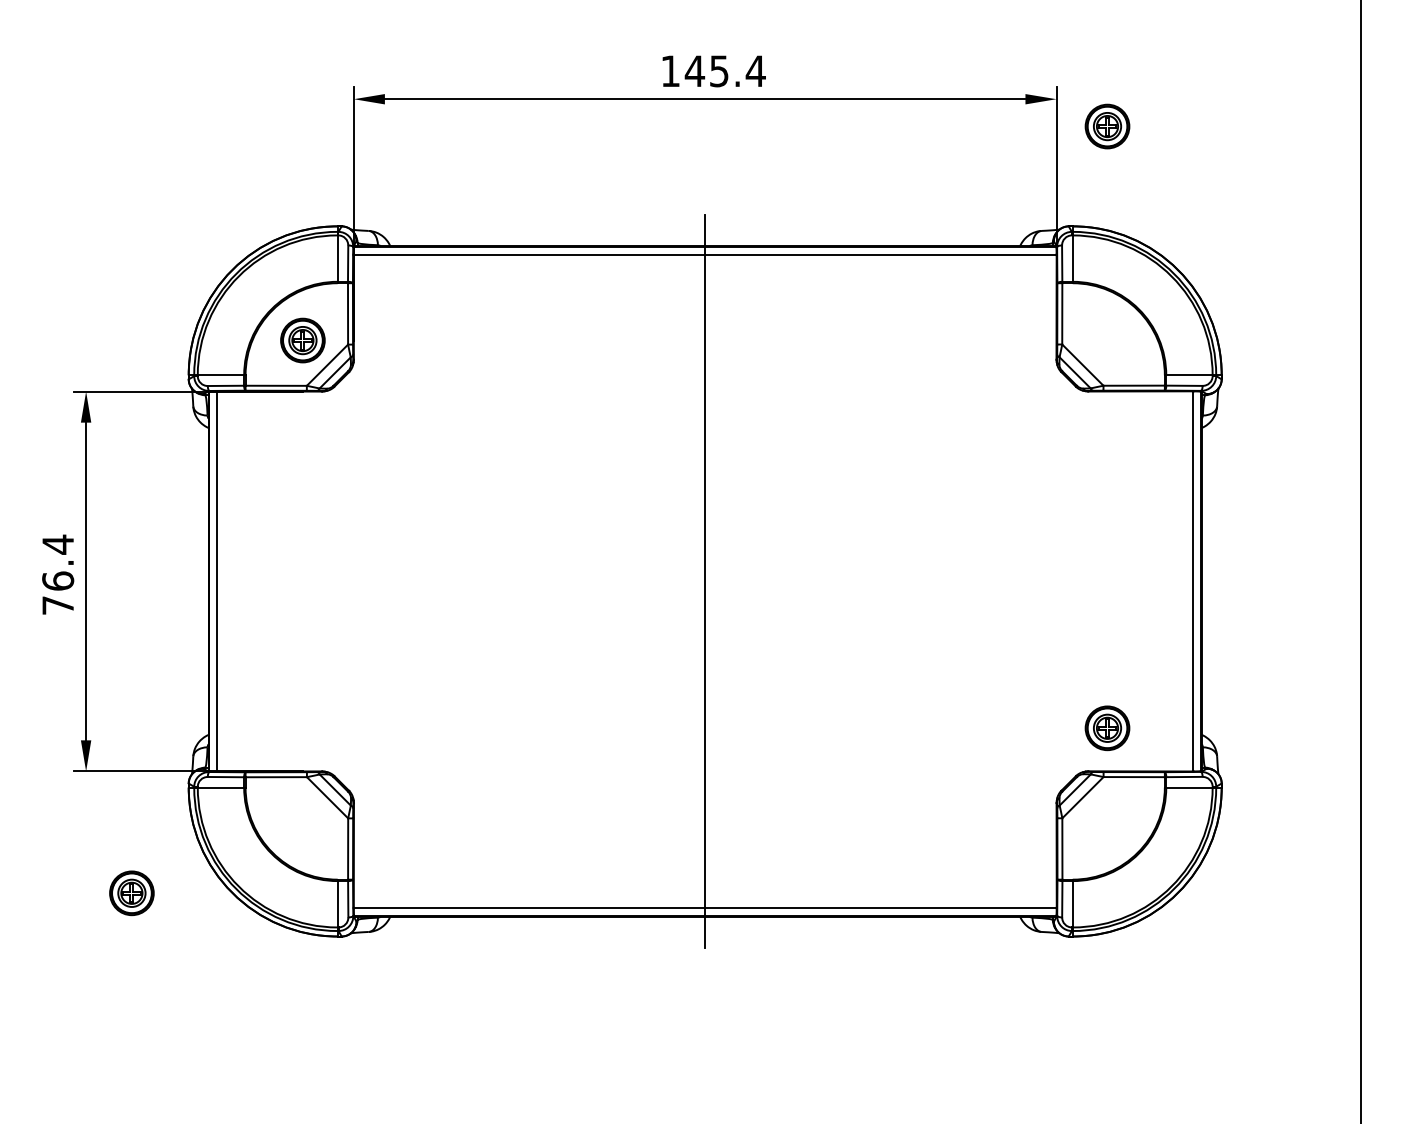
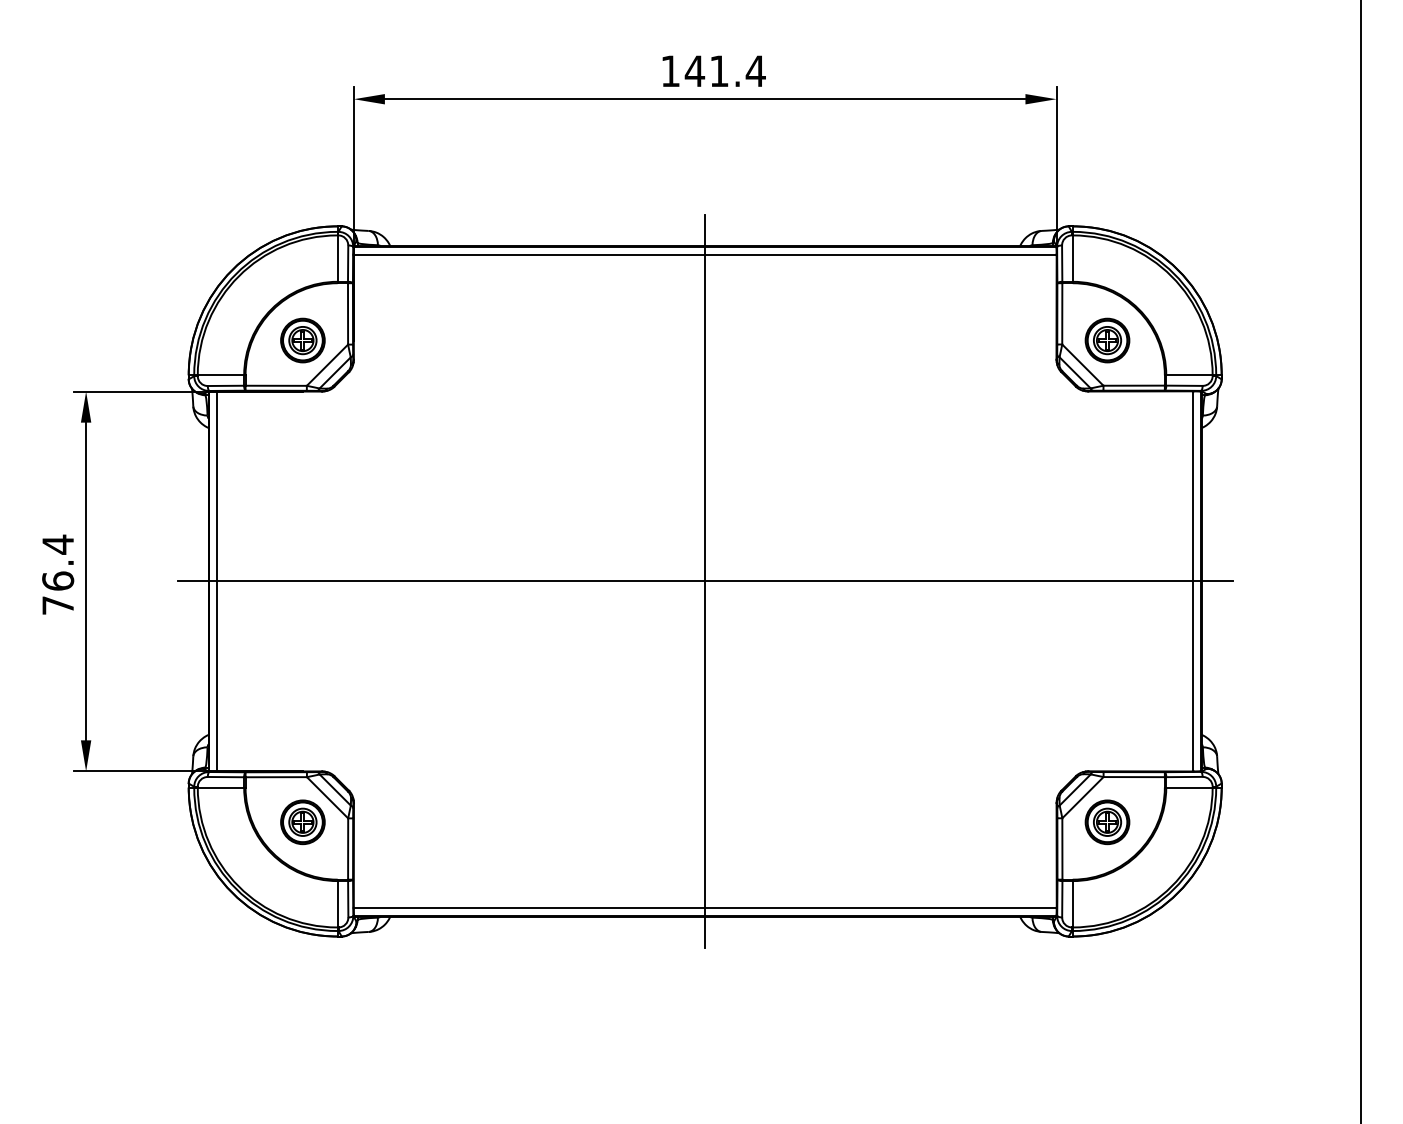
text at (719, 71): 145.4 -> 141.4
part at (1107, 126) position: (1107, 126) -> (1107, 340)
line at (704, 581): none -> present
part at (1107, 728) position: (1107, 728) -> (1107, 822)
part at (131, 893) position: (131, 893) -> (302, 822)
